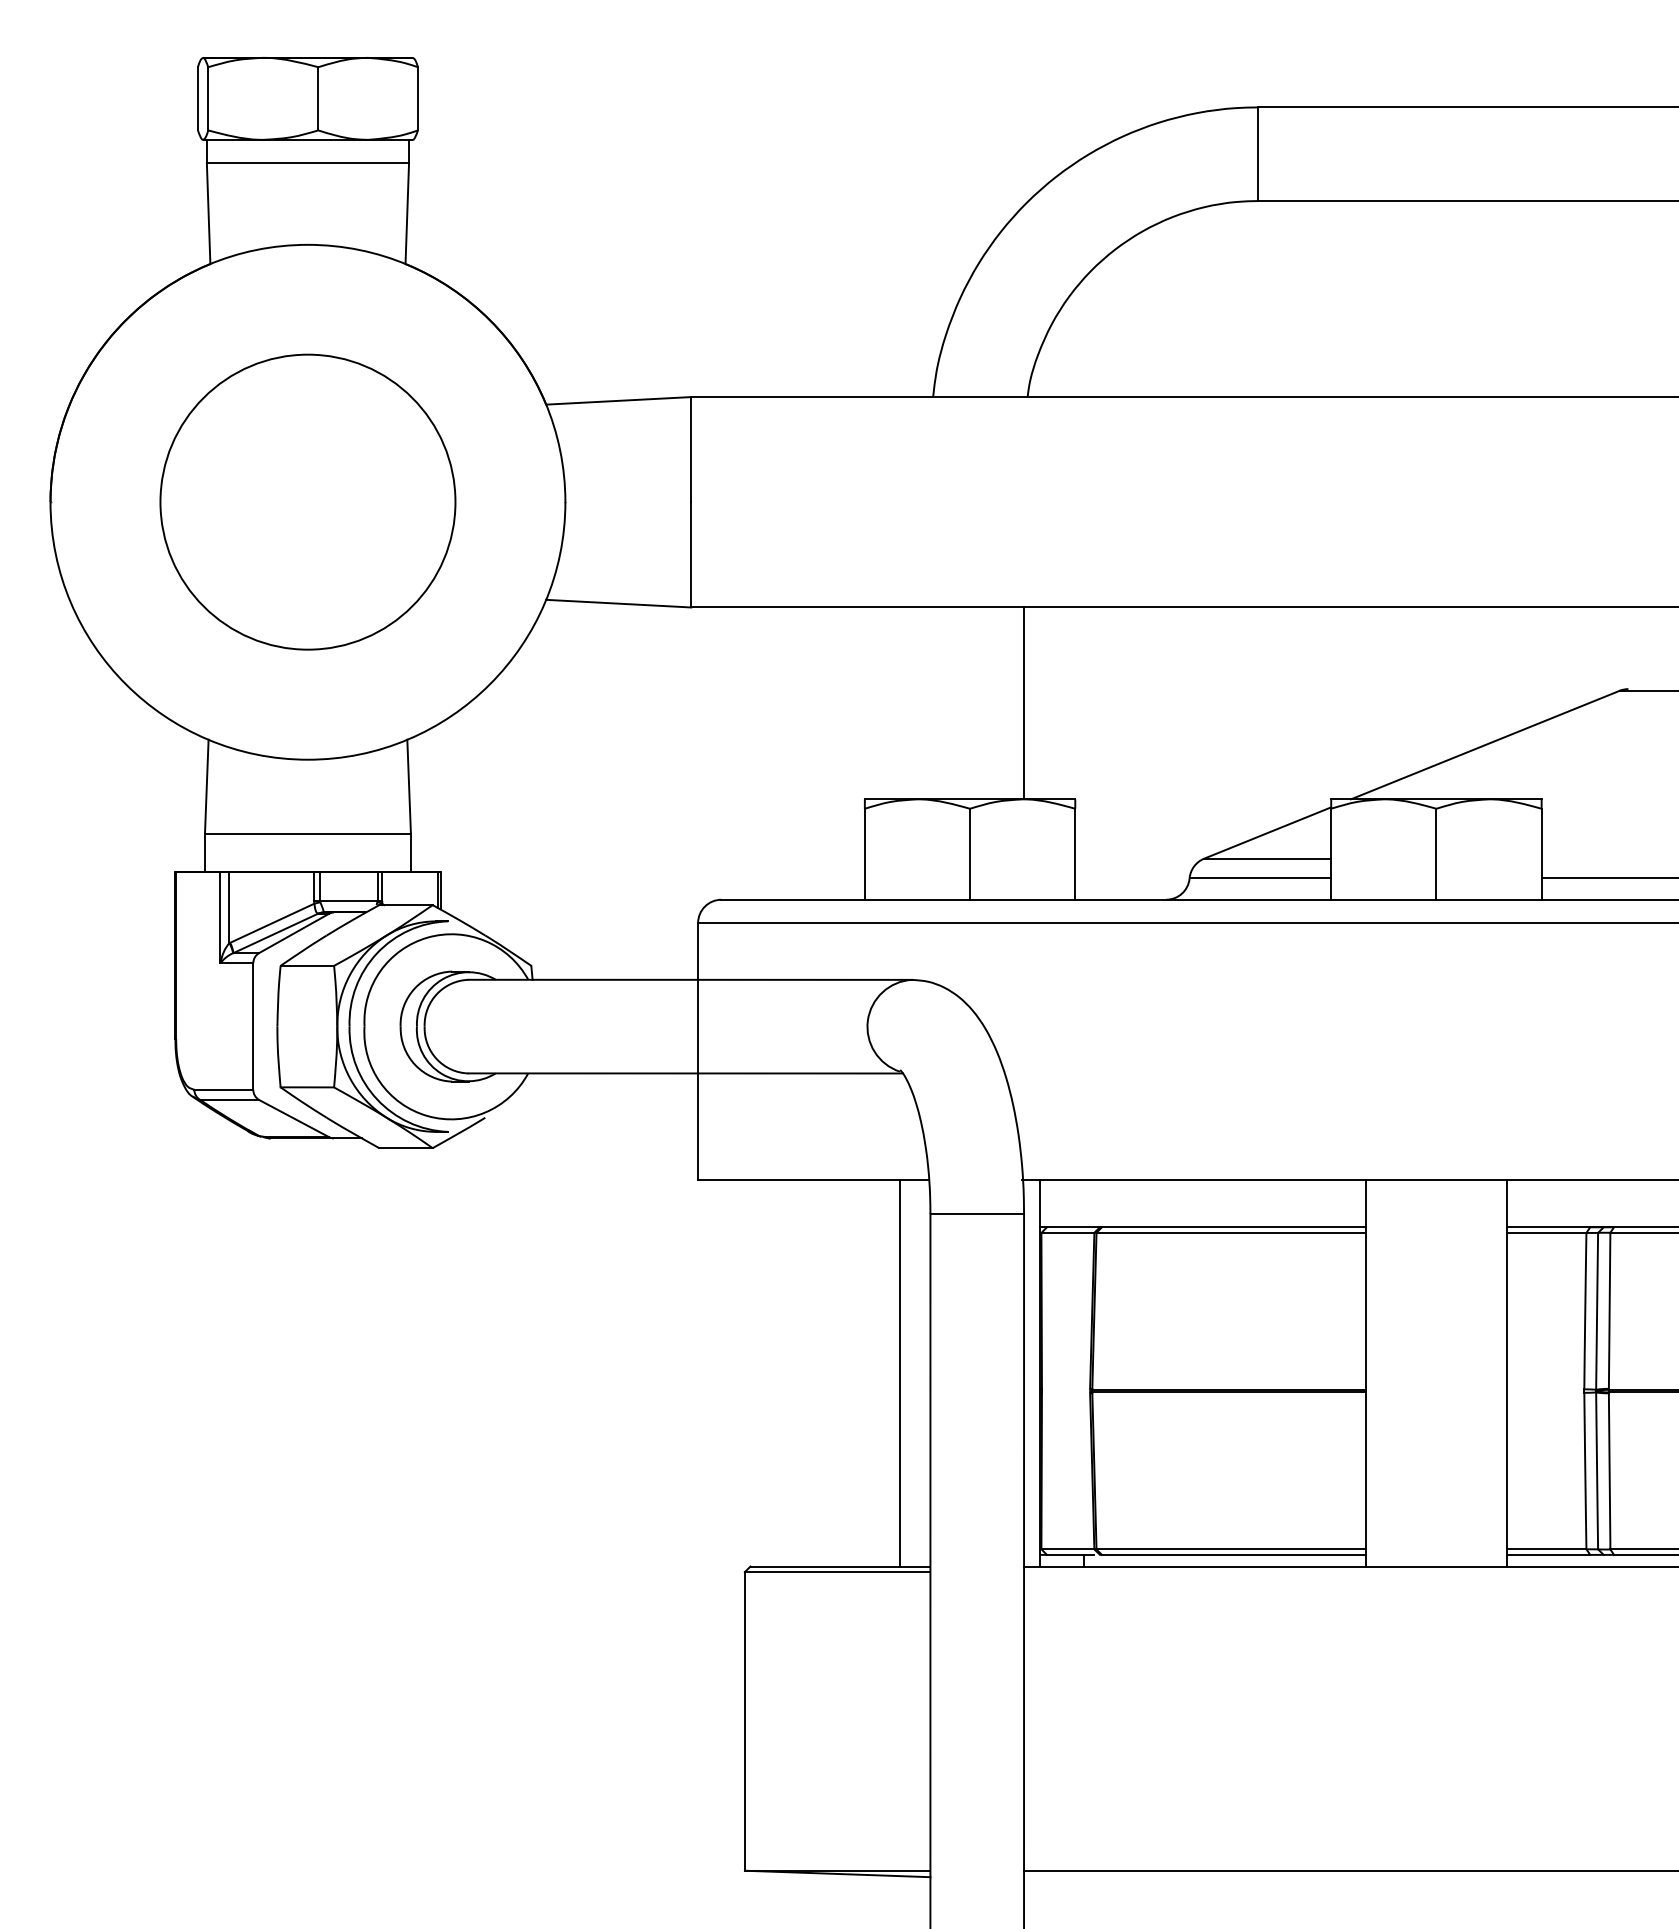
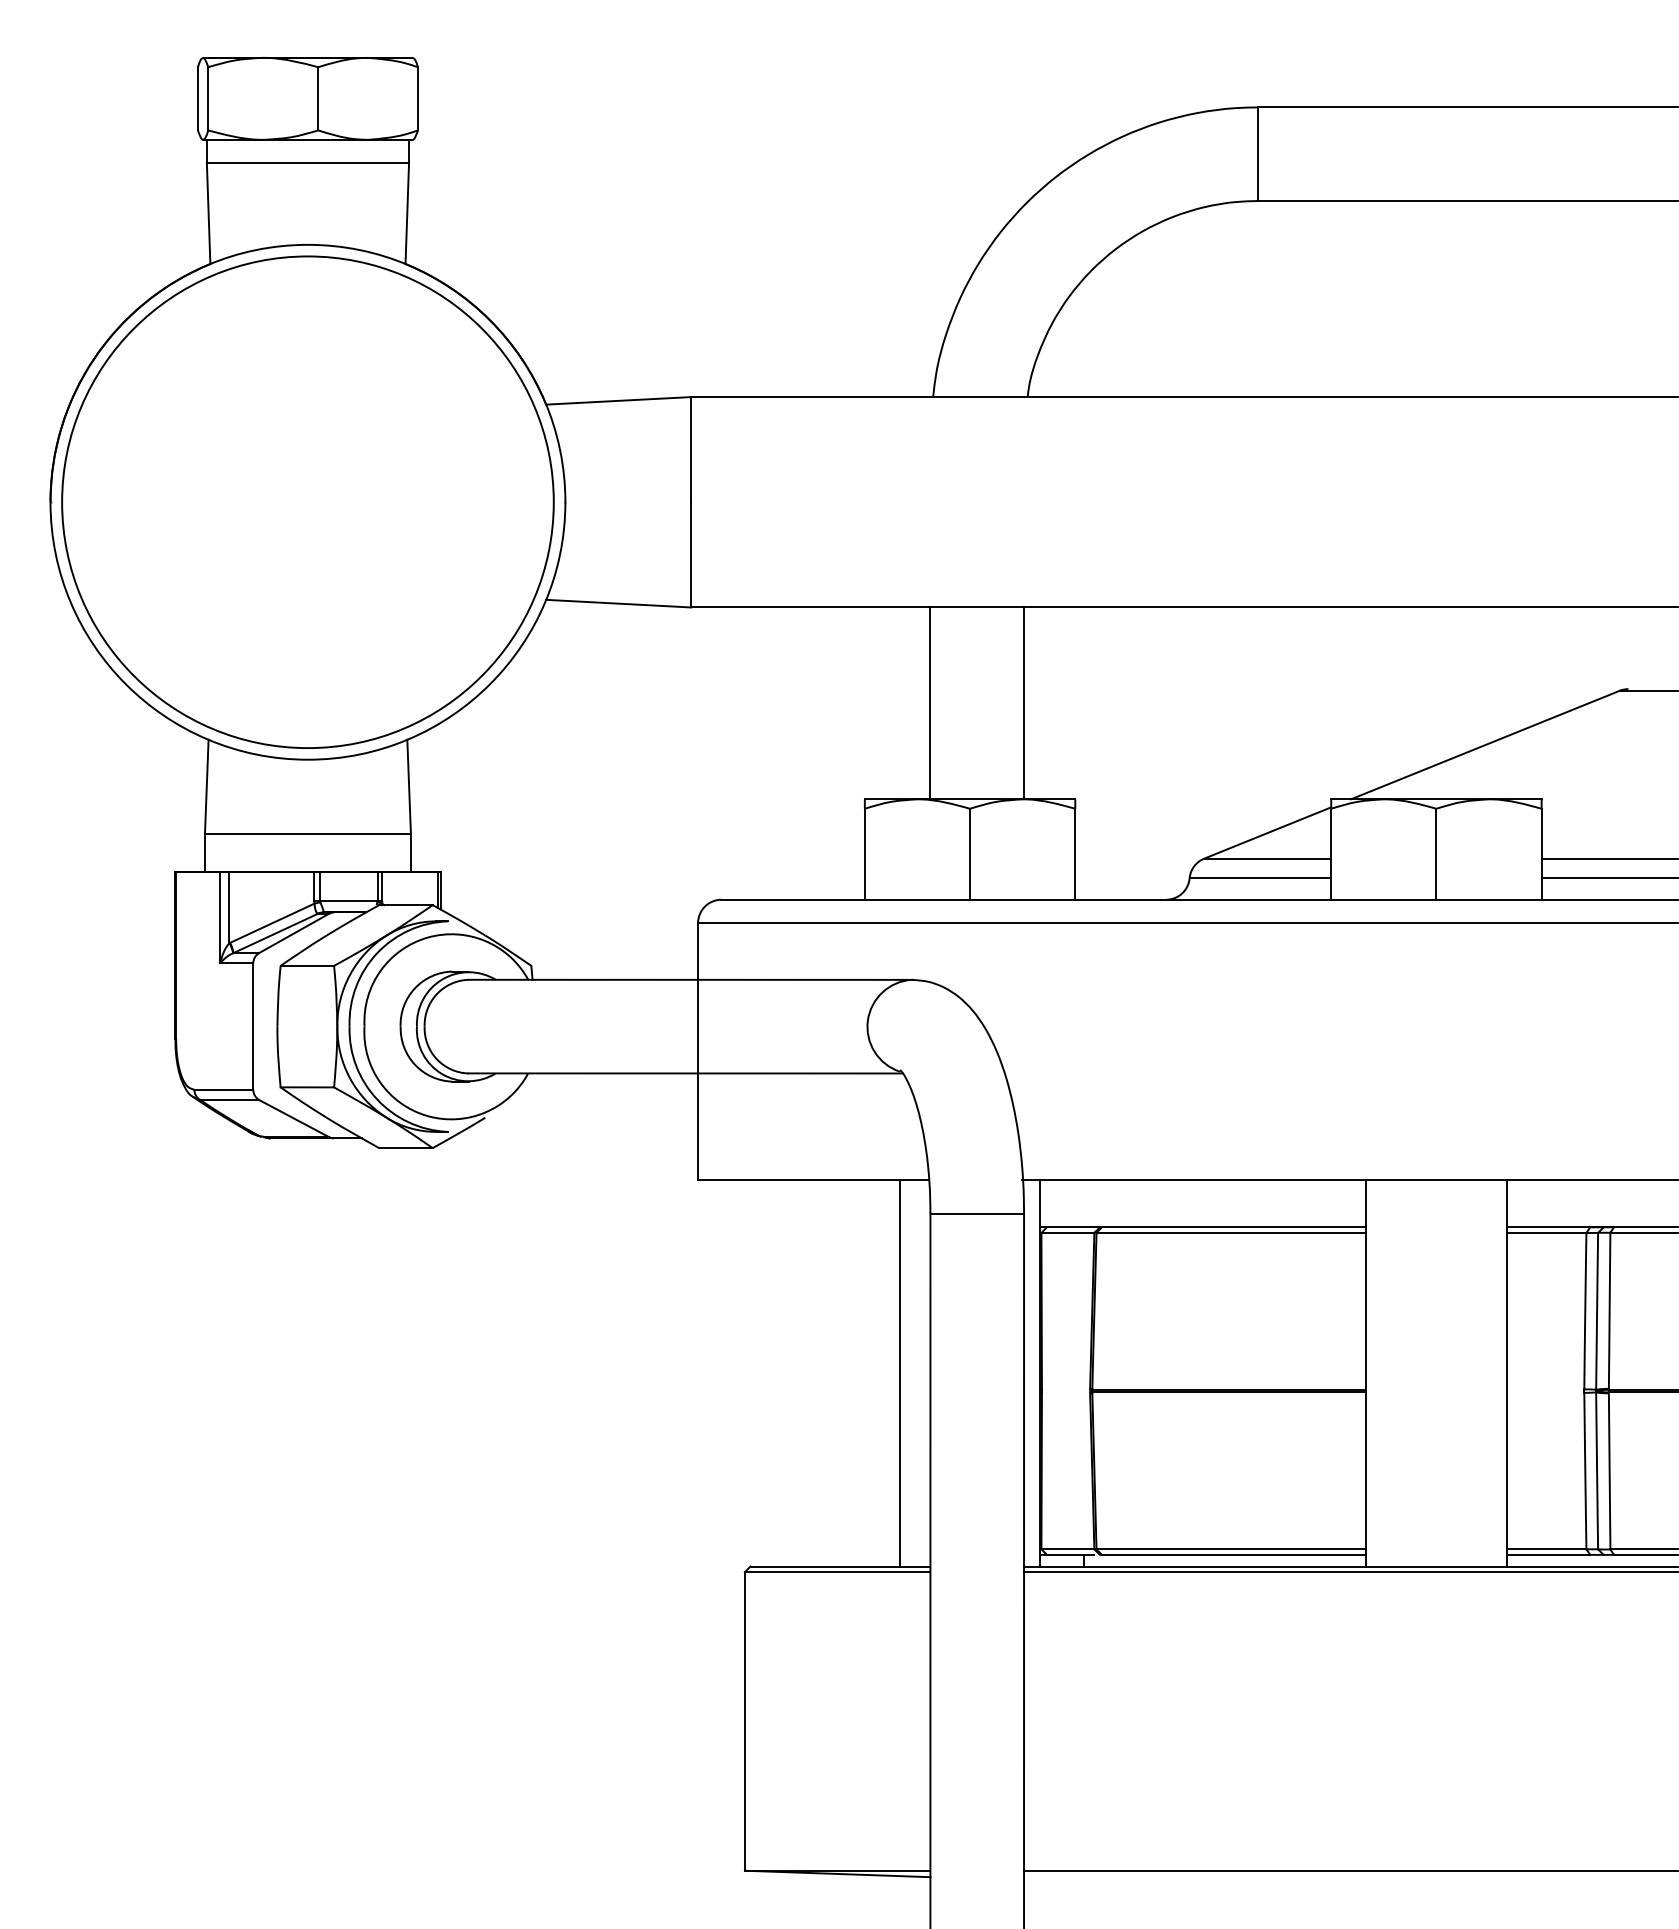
circle at (307, 501) size: 298x298 px -> 494x494 px
line at (930, 703): none -> present
line at (1608, 858): none -> present
line at (1349, 1572): none -> present
